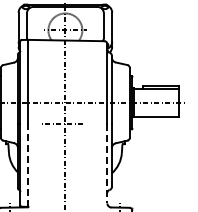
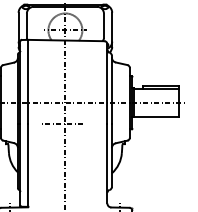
line at (107, 163): dashed -> solid
line at (28, 165): dashed -> solid
